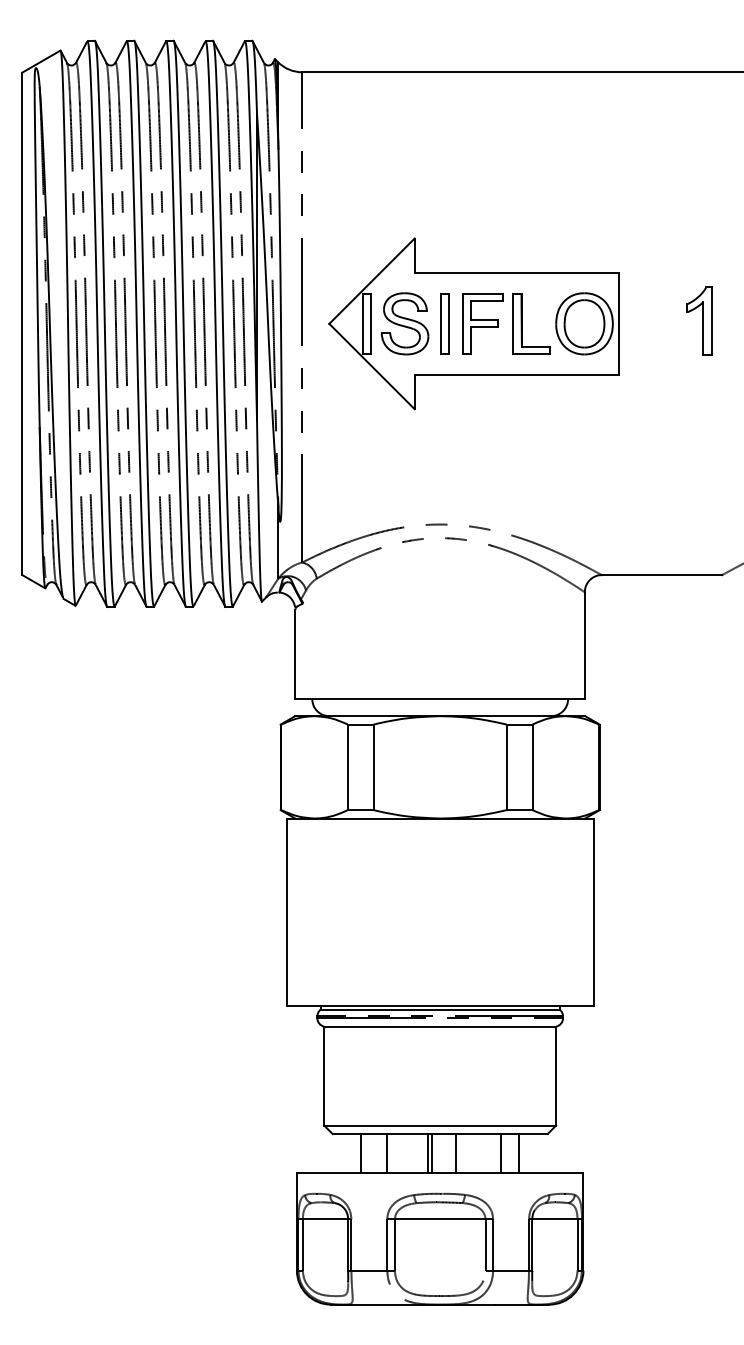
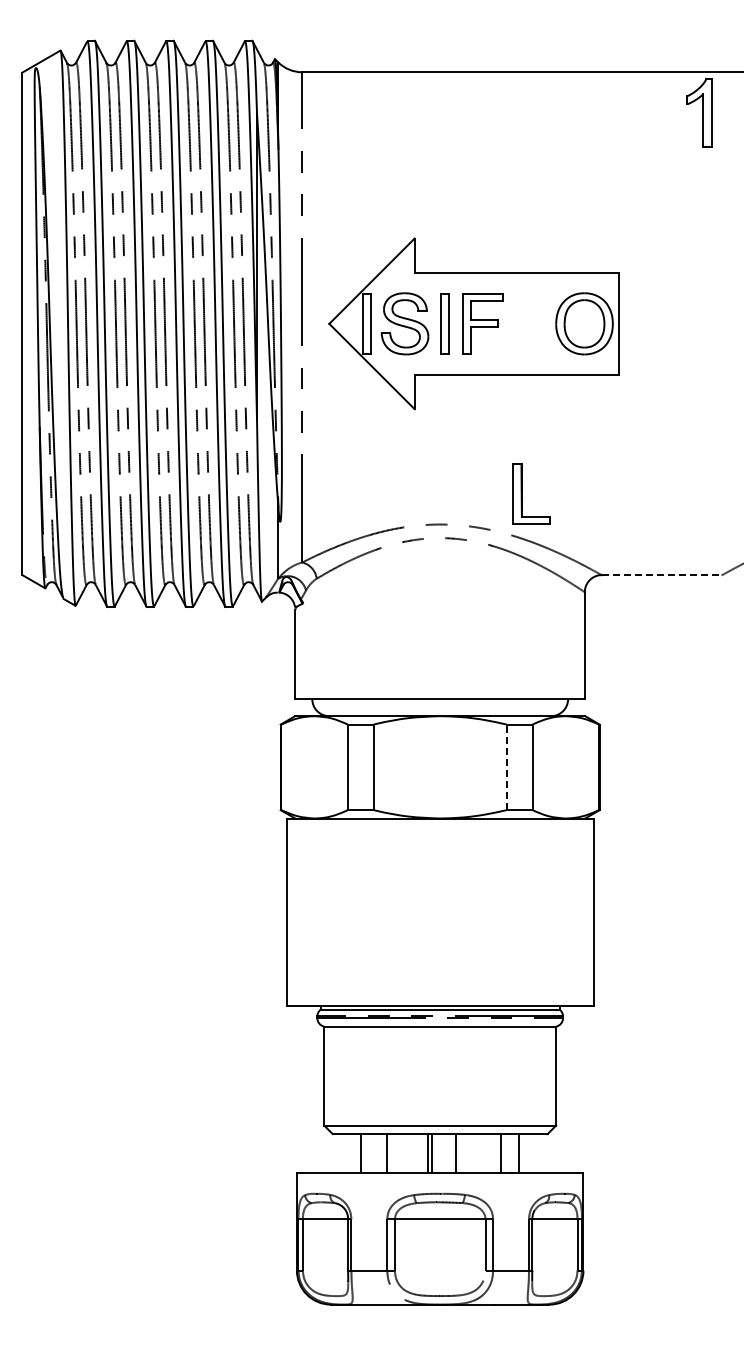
part at (699, 320) position: (699, 320) -> (699, 112)
part at (522, 323) position: (522, 323) -> (522, 493)
line at (661, 575): solid -> dashed
line at (506, 767): solid -> dashed
